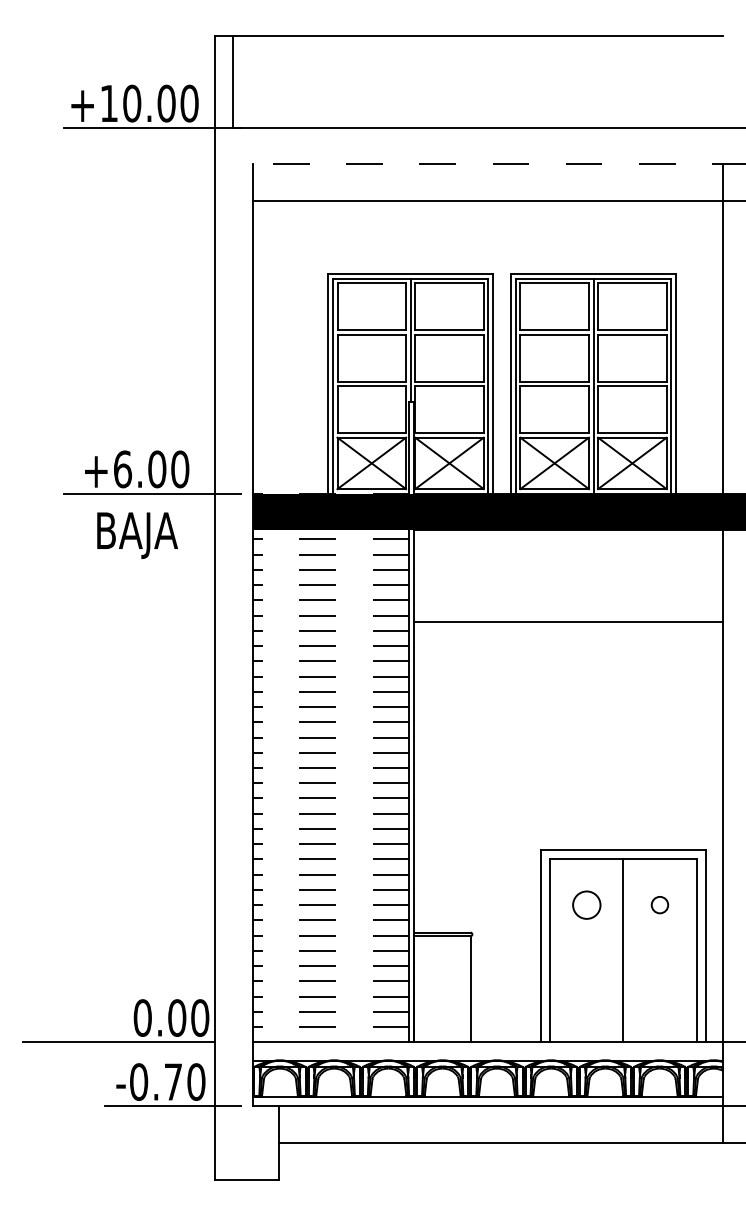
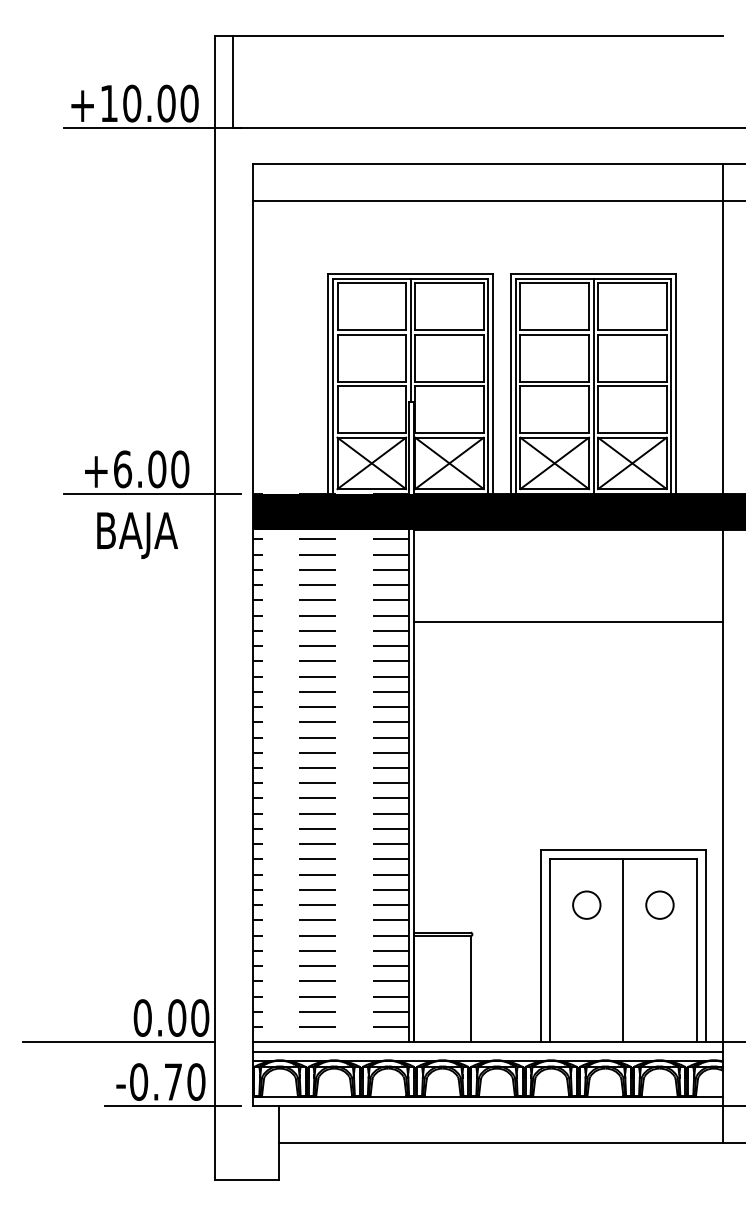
line at (498, 164): dashed -> solid
circle at (659, 905) size: 20x19 px -> 30x30 px
line at (487, 1051): none -> present
